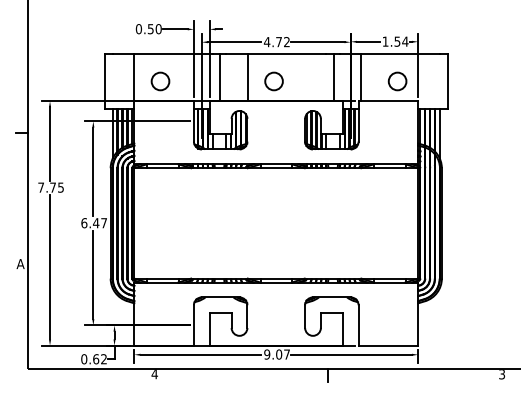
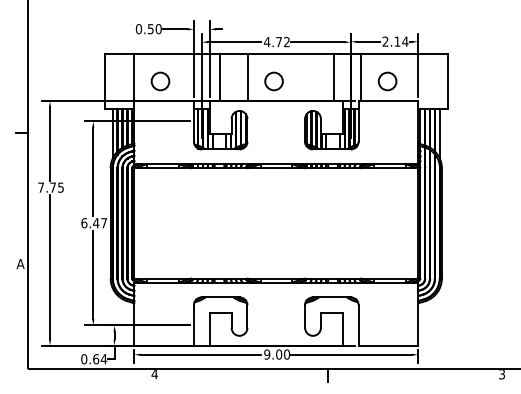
text at (391, 41): 1.54 -> 2.14
circle at (397, 81) position: (397, 81) -> (387, 81)
text at (287, 354): 9.07 -> 9.00
text at (103, 359): 0.62 -> 0.64
